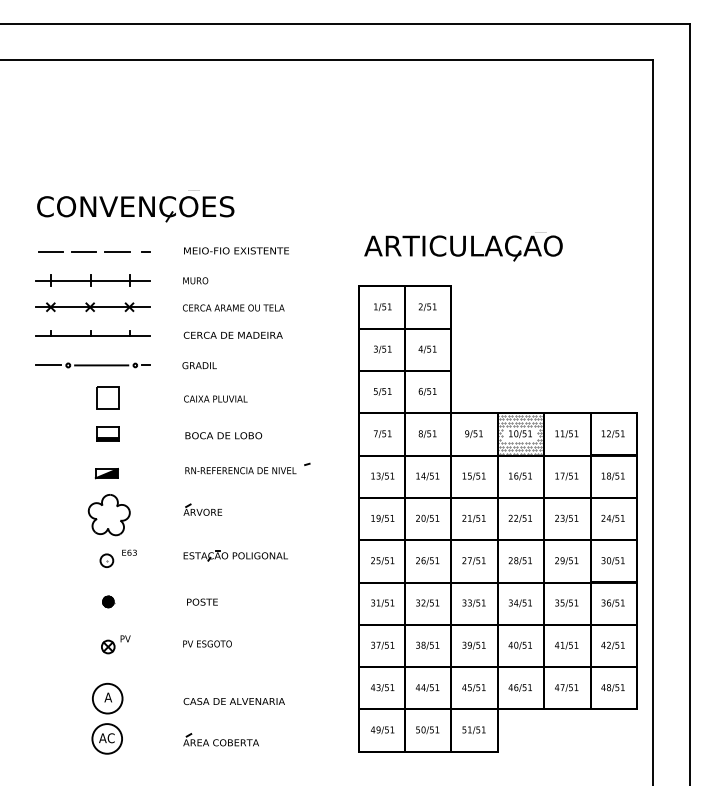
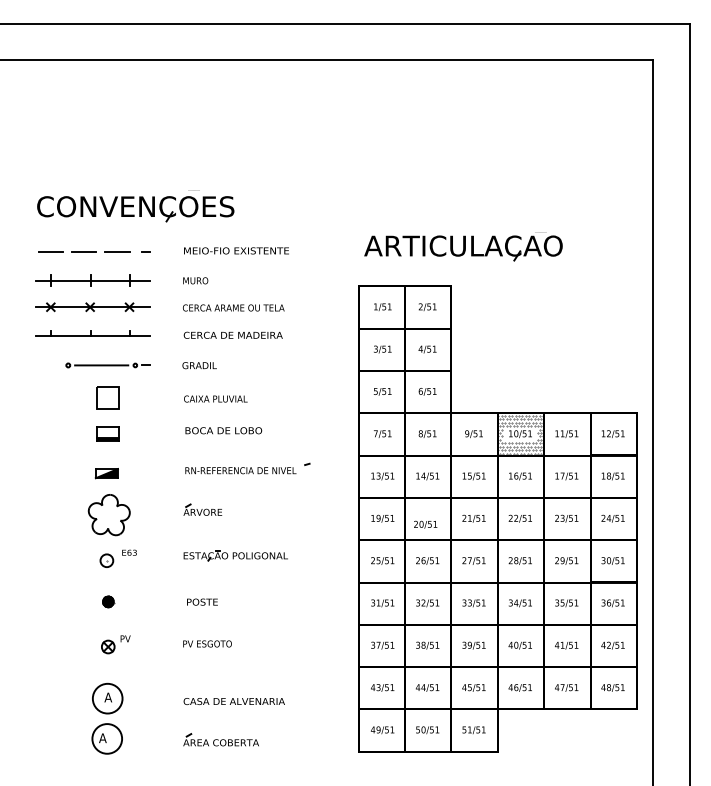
line at (48, 365): present -> none
text at (223, 435) position: (223, 435) -> (223, 430)
text at (427, 518) position: (427, 518) -> (425, 524)
text at (110, 738): AC -> A
